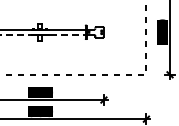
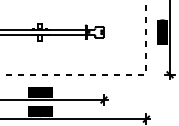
line at (43, 34): dashed -> solid
